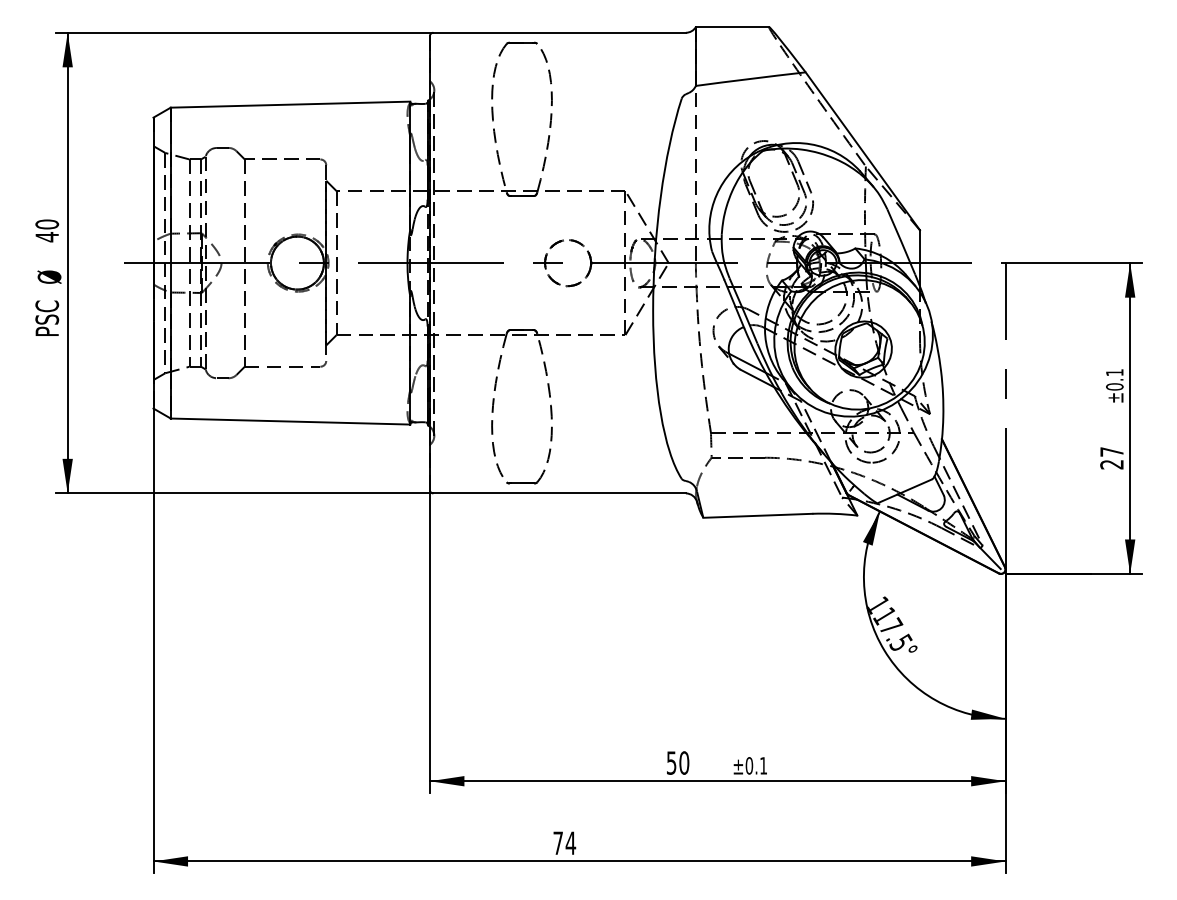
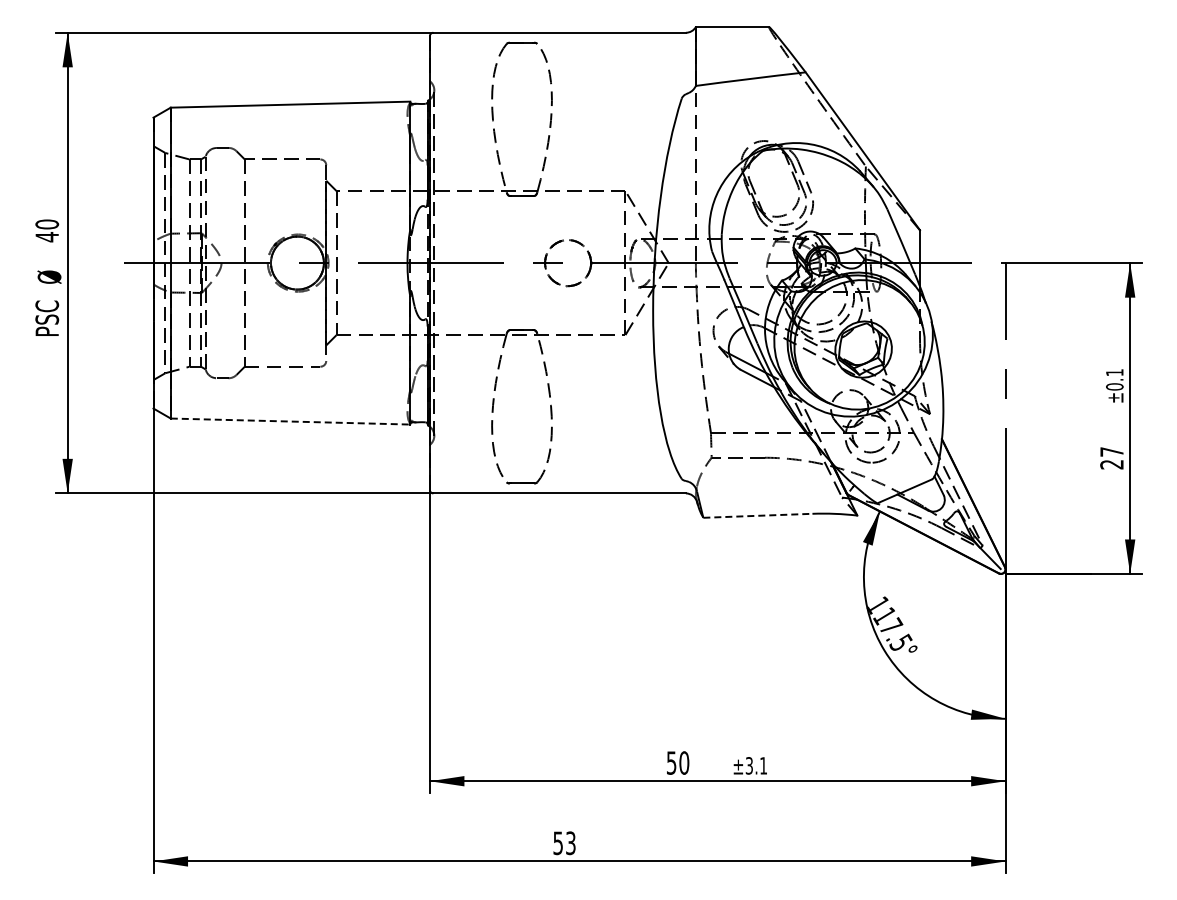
line at (290, 421): solid -> dashed
line at (757, 515): solid -> dashed
text at (749, 765): ±0.1 -> ±3.1
text at (564, 843): 74 -> 53
